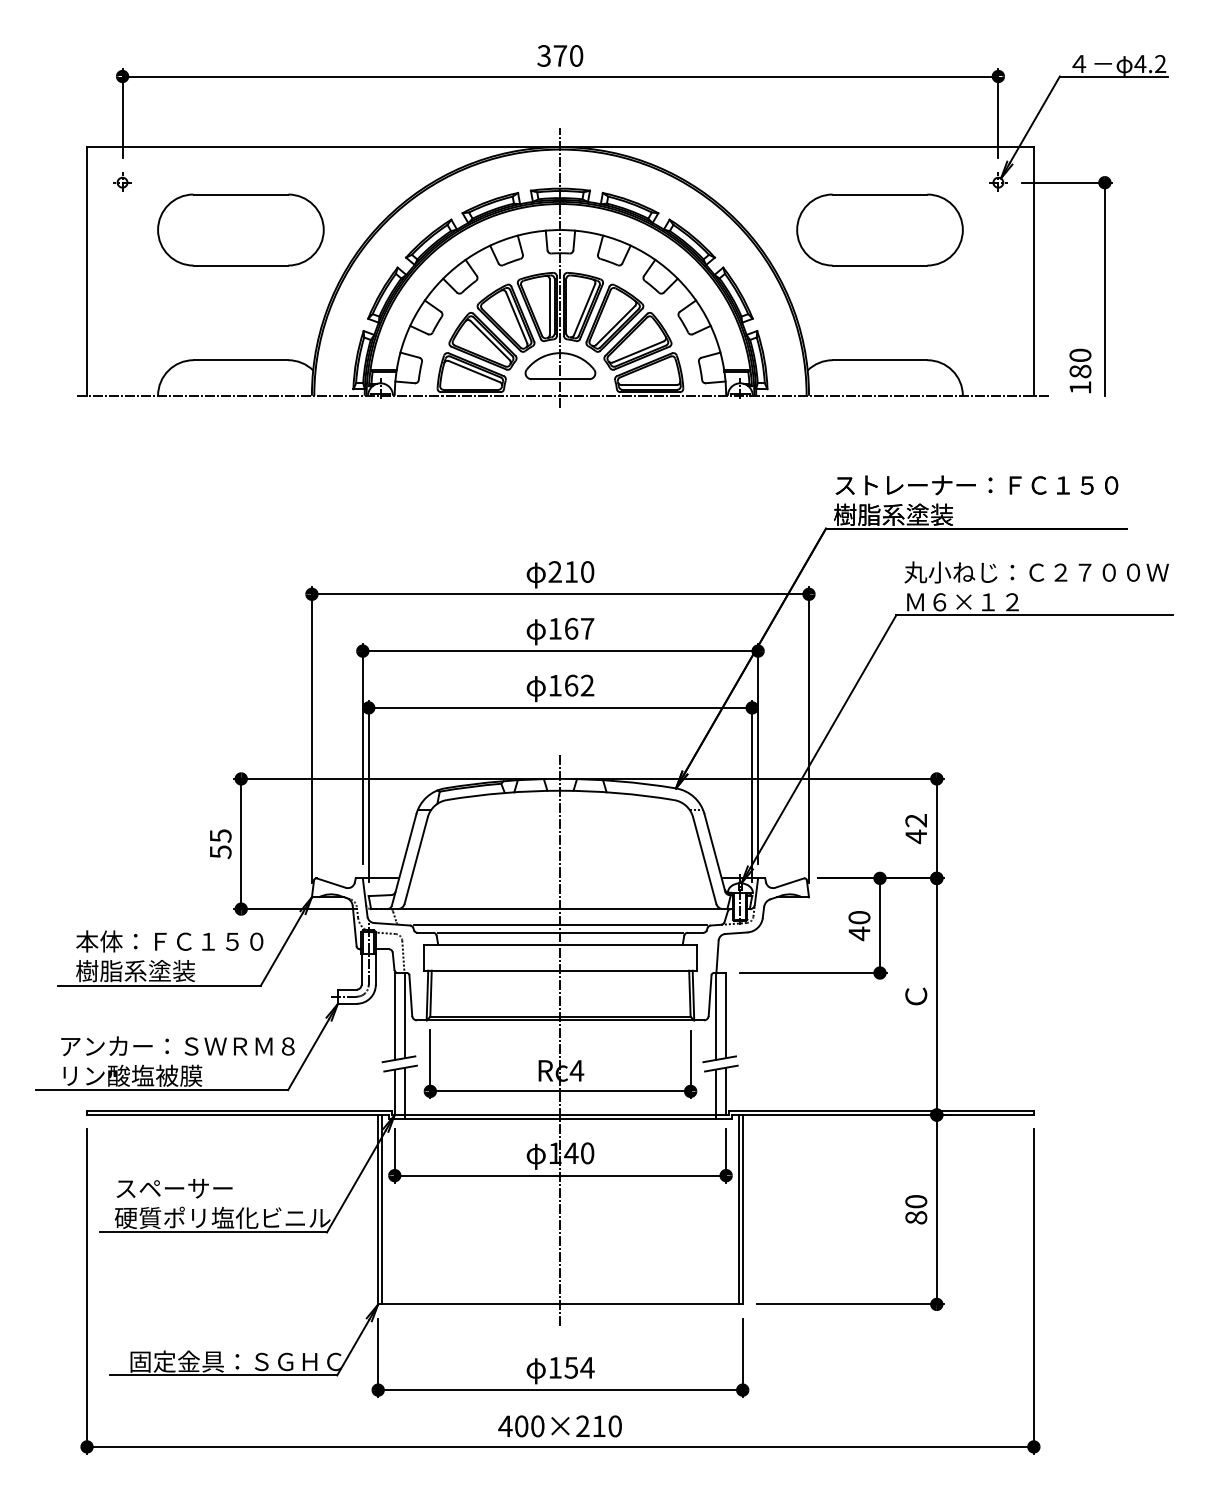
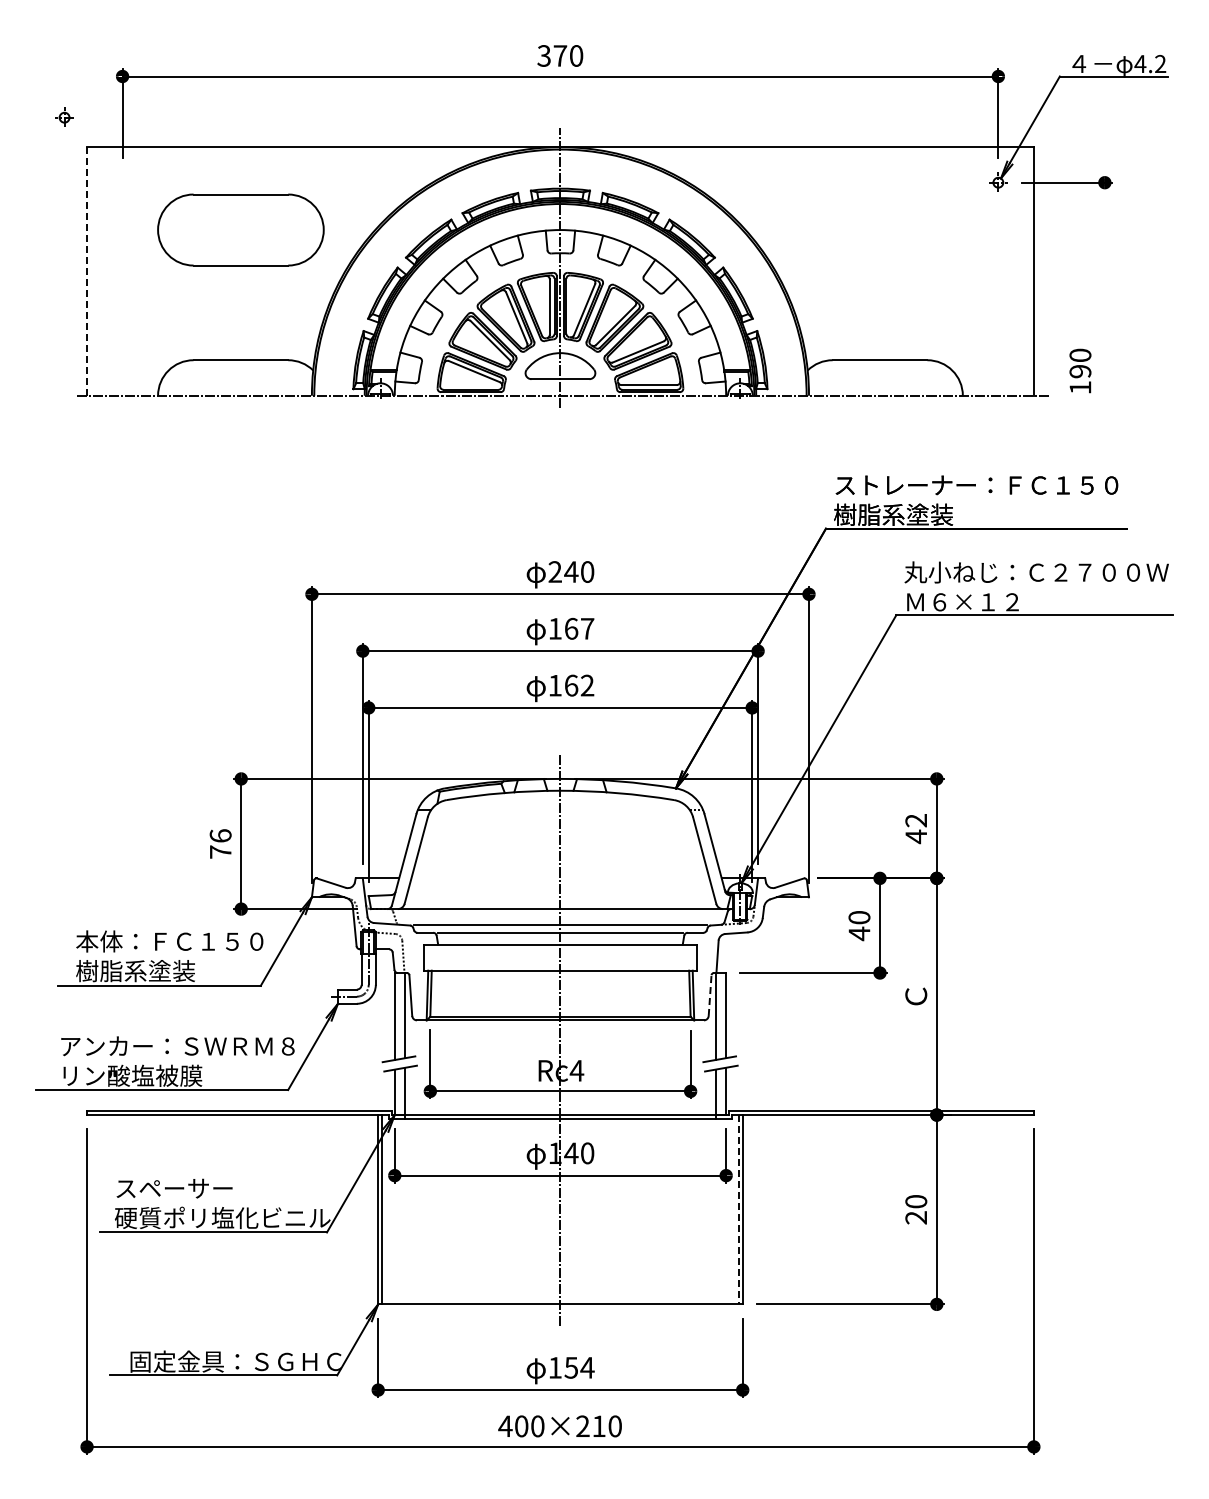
part at (122, 181) position: (122, 181) -> (64, 116)
part at (879, 229): present -> none
line at (87, 270): solid -> dashed
line at (1104, 288): present -> none
text at (1080, 371): 180 -> 190
text at (571, 571): 210 -> 240
text at (220, 844): 55 -> 76
line at (710, 995): solid -> dashed
line at (738, 1209): solid -> dashed
text at (916, 1217): 80 -> 20
